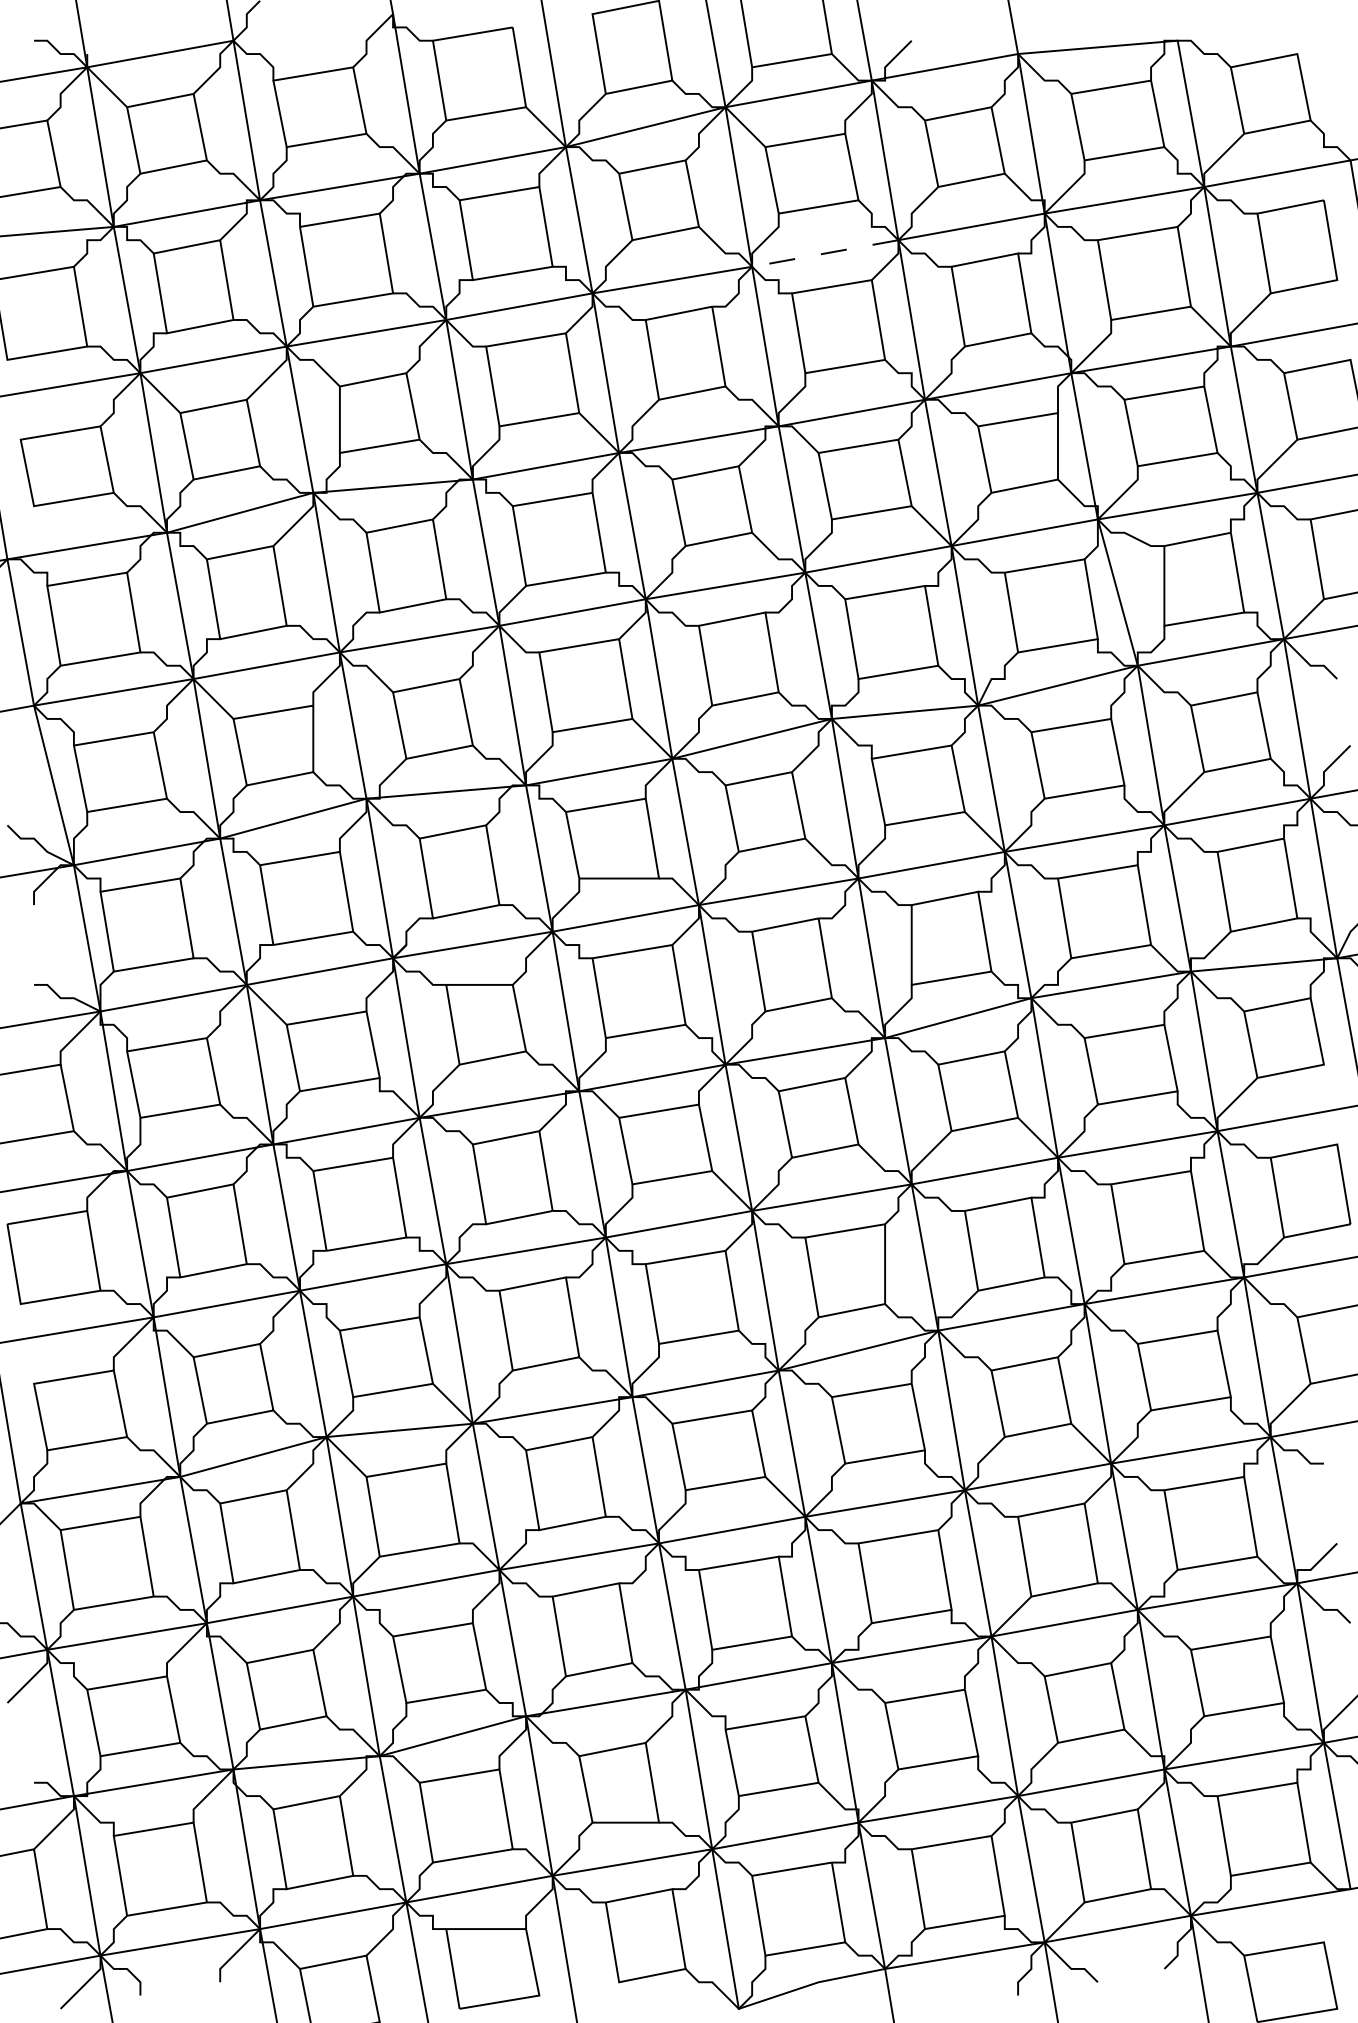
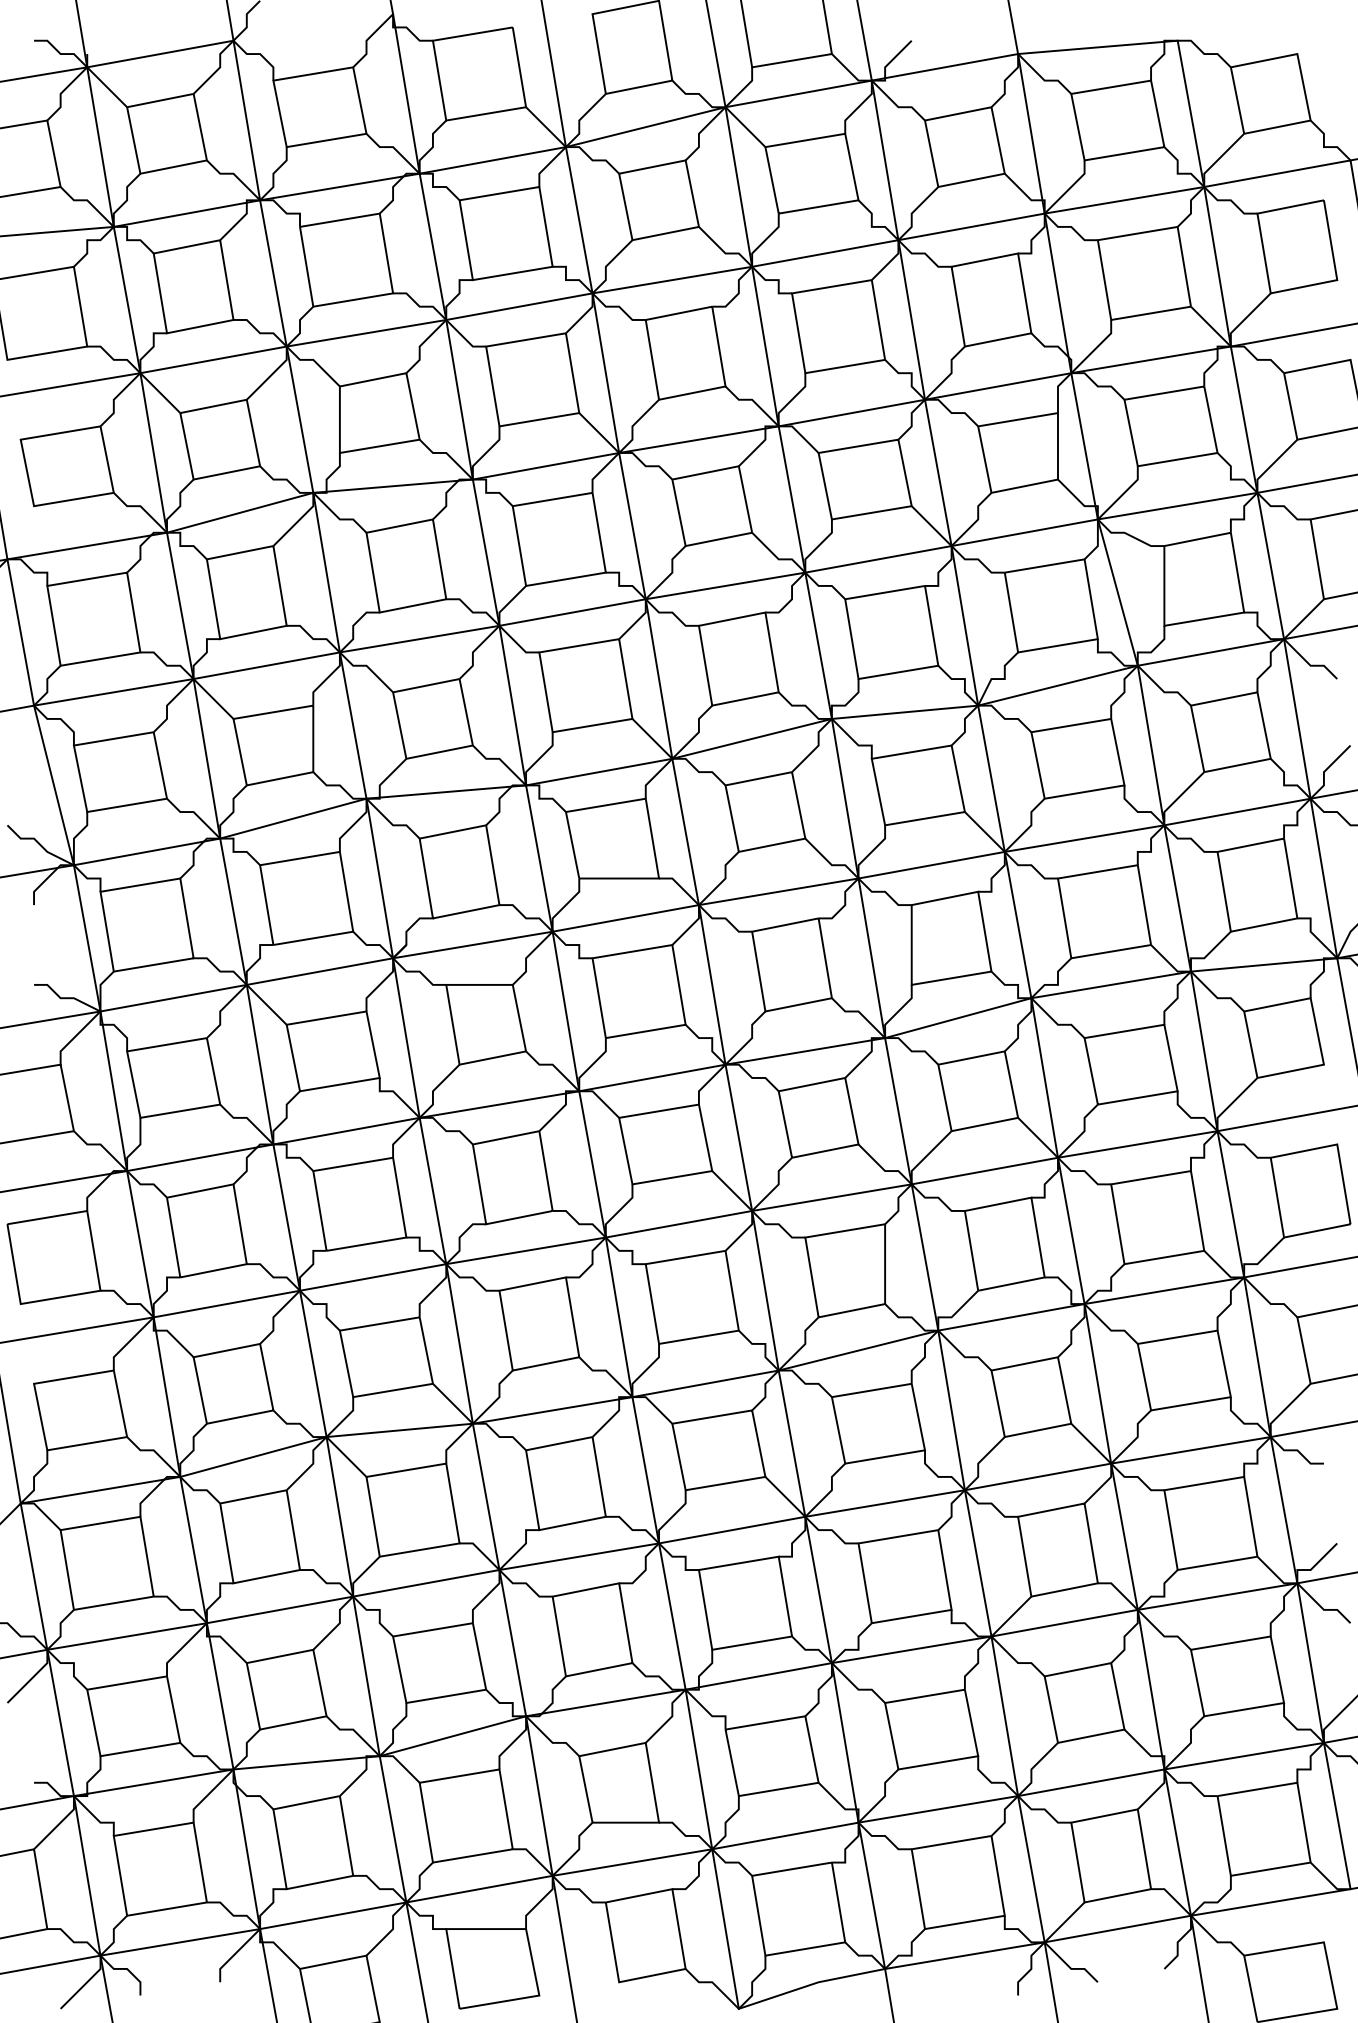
line at (824, 253): dashed -> solid
